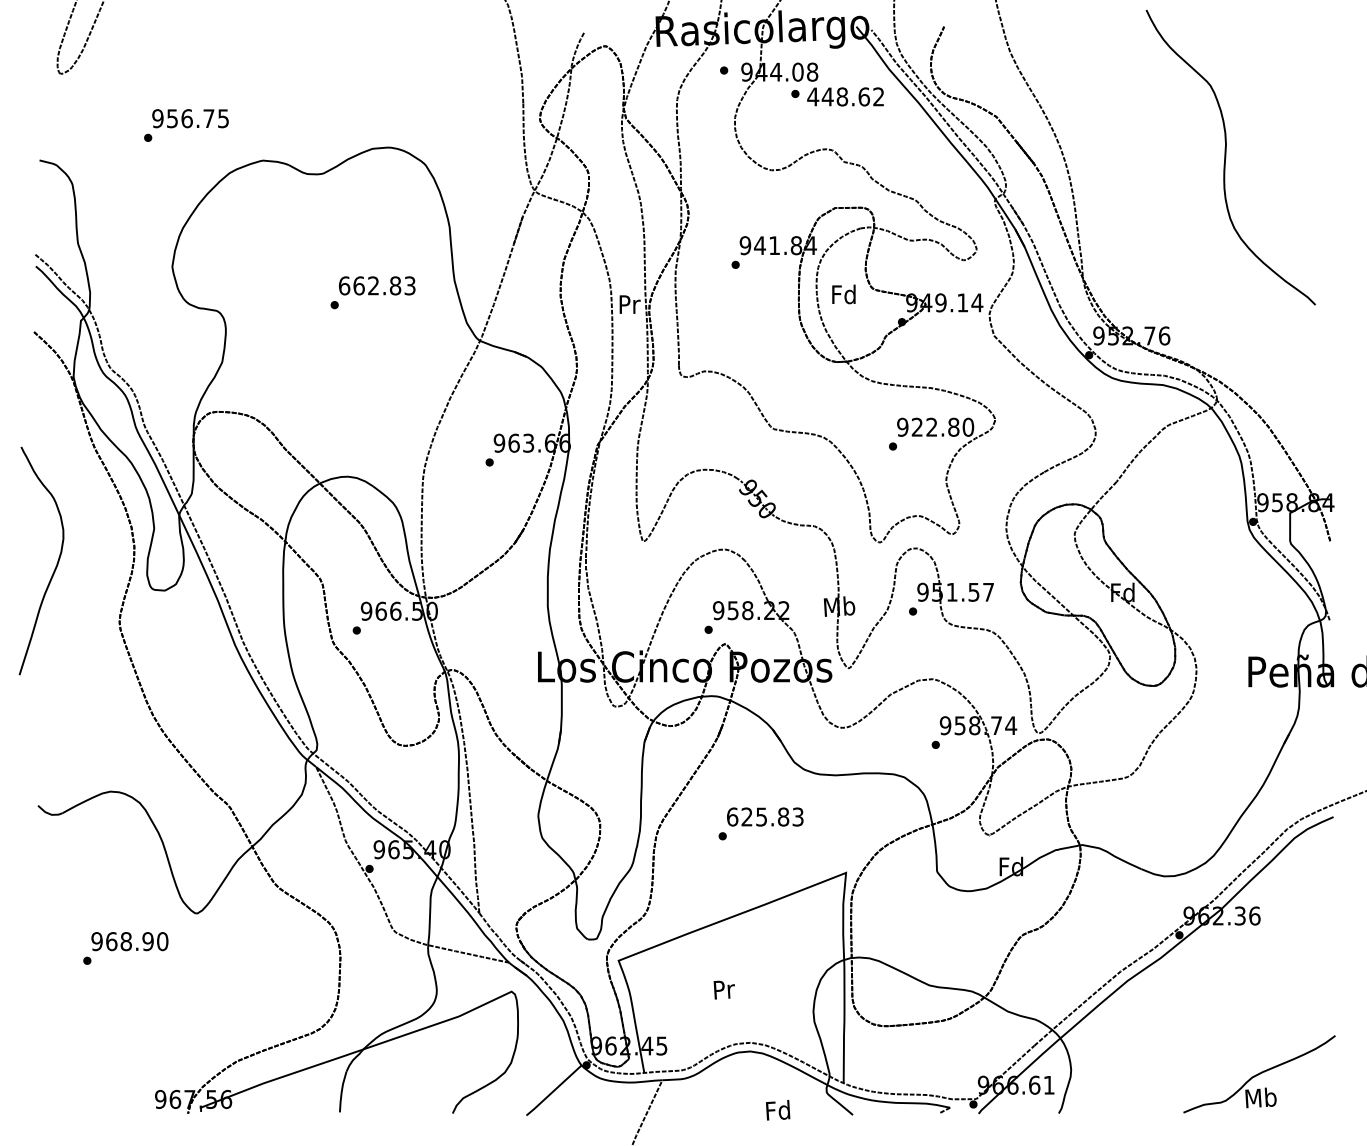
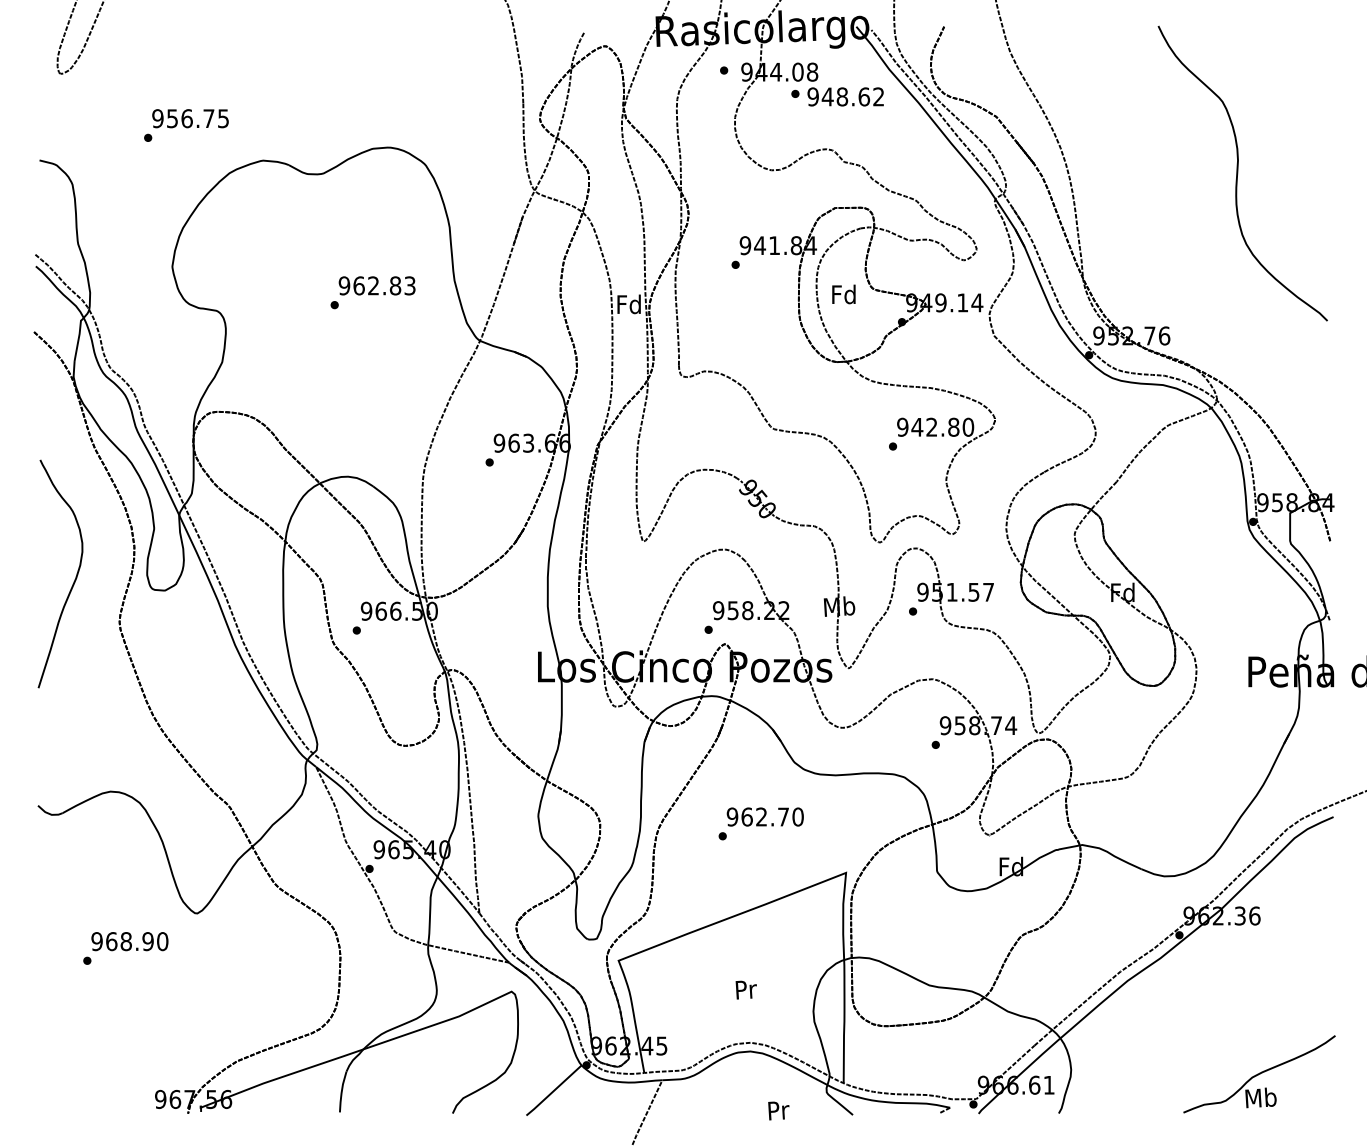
text at (813, 96): 448.62 -> 948.62
curve at (1226, 157) position: (1226, 157) -> (1238, 173)
text at (344, 285): 662.83 -> 962.83
text at (628, 304): Pr -> Fd
text at (917, 426): 922.80 -> 942.80
curve at (55, 566) position: (55, 566) -> (74, 579)
text at (764, 816): 625.83 -> 962.70
text at (723, 989) position: (723, 989) -> (745, 989)
text at (778, 1110): Fd -> Pr
